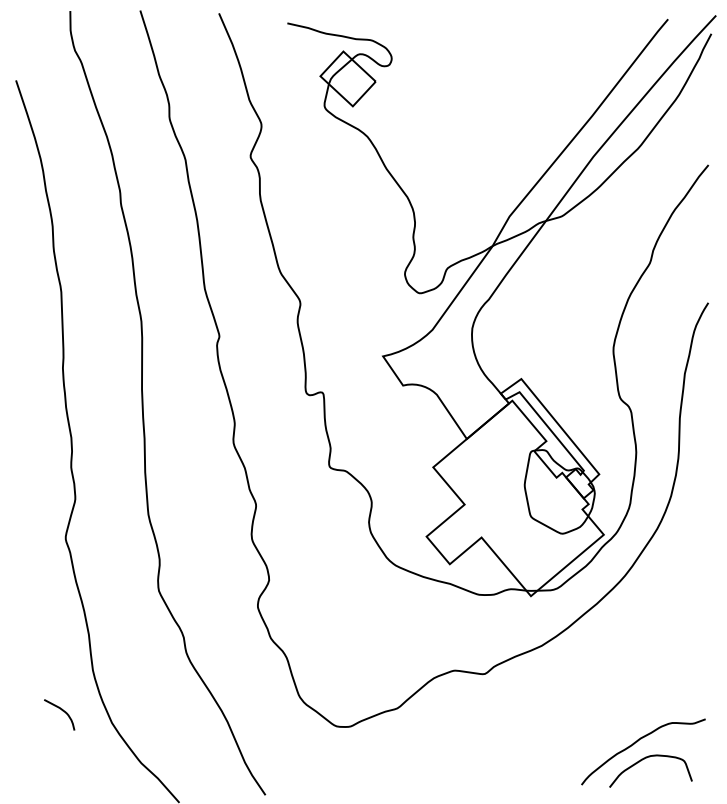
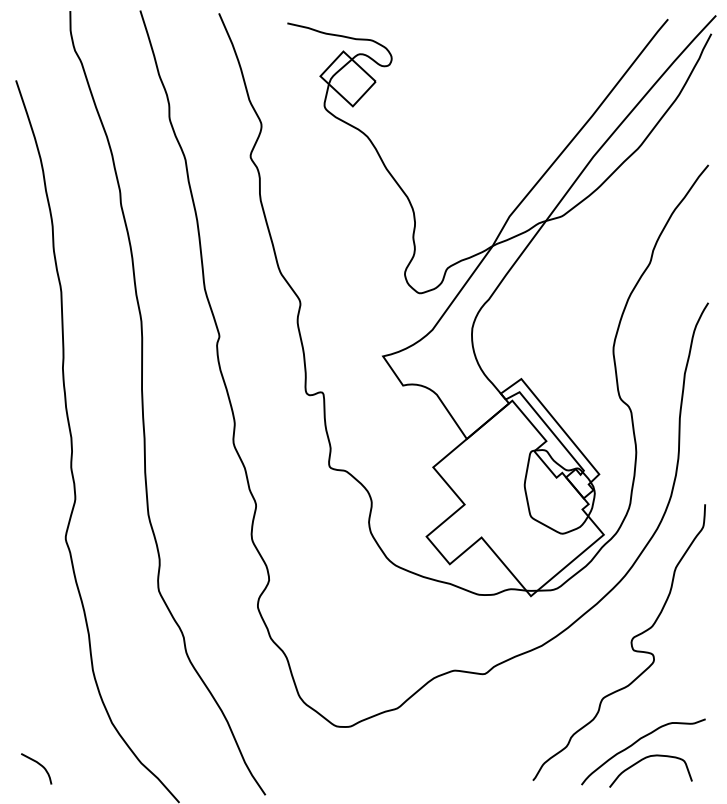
curve at (630, 642): none -> present
curve at (62, 711) position: (62, 711) -> (39, 765)
